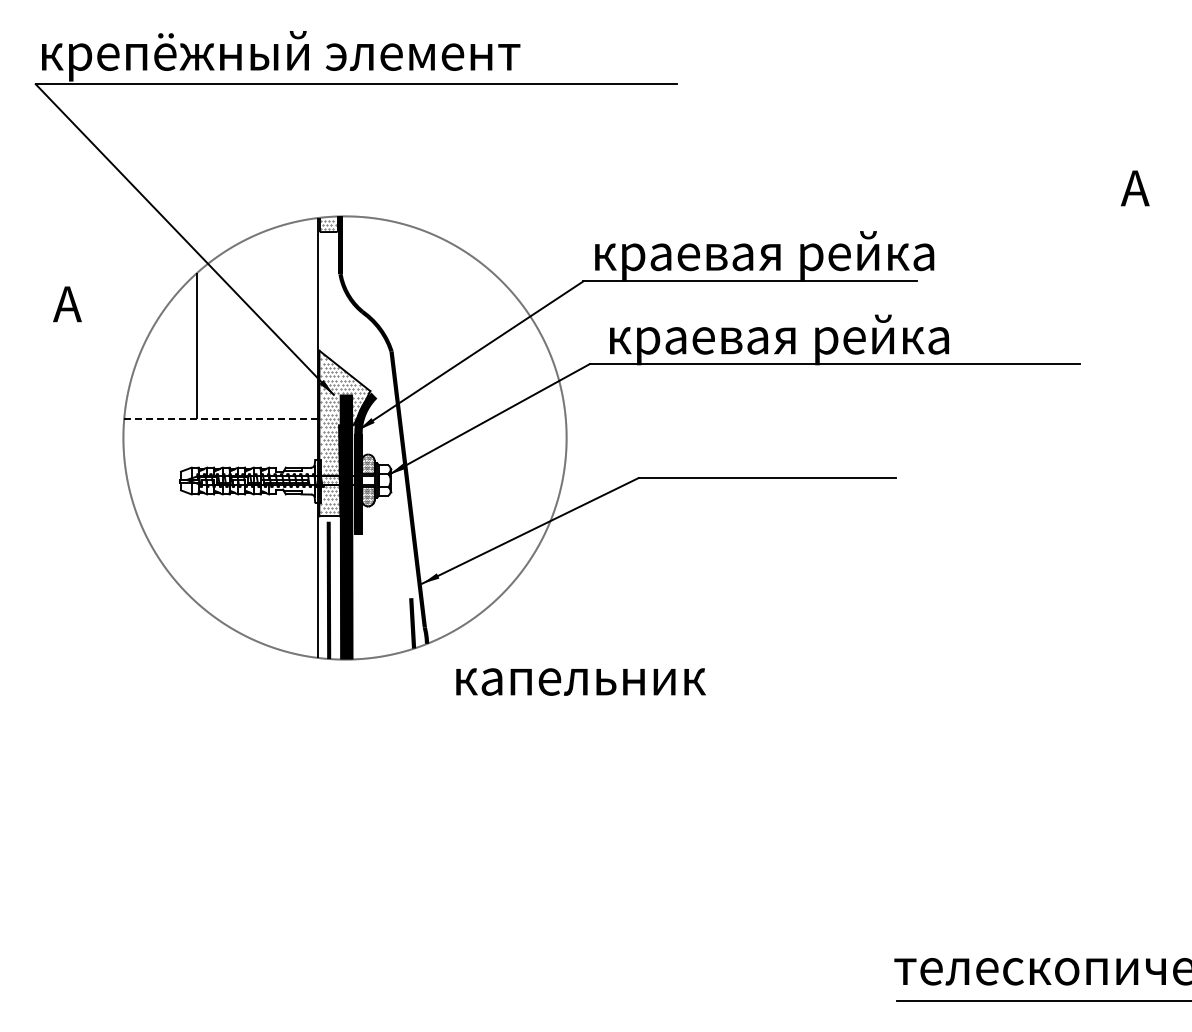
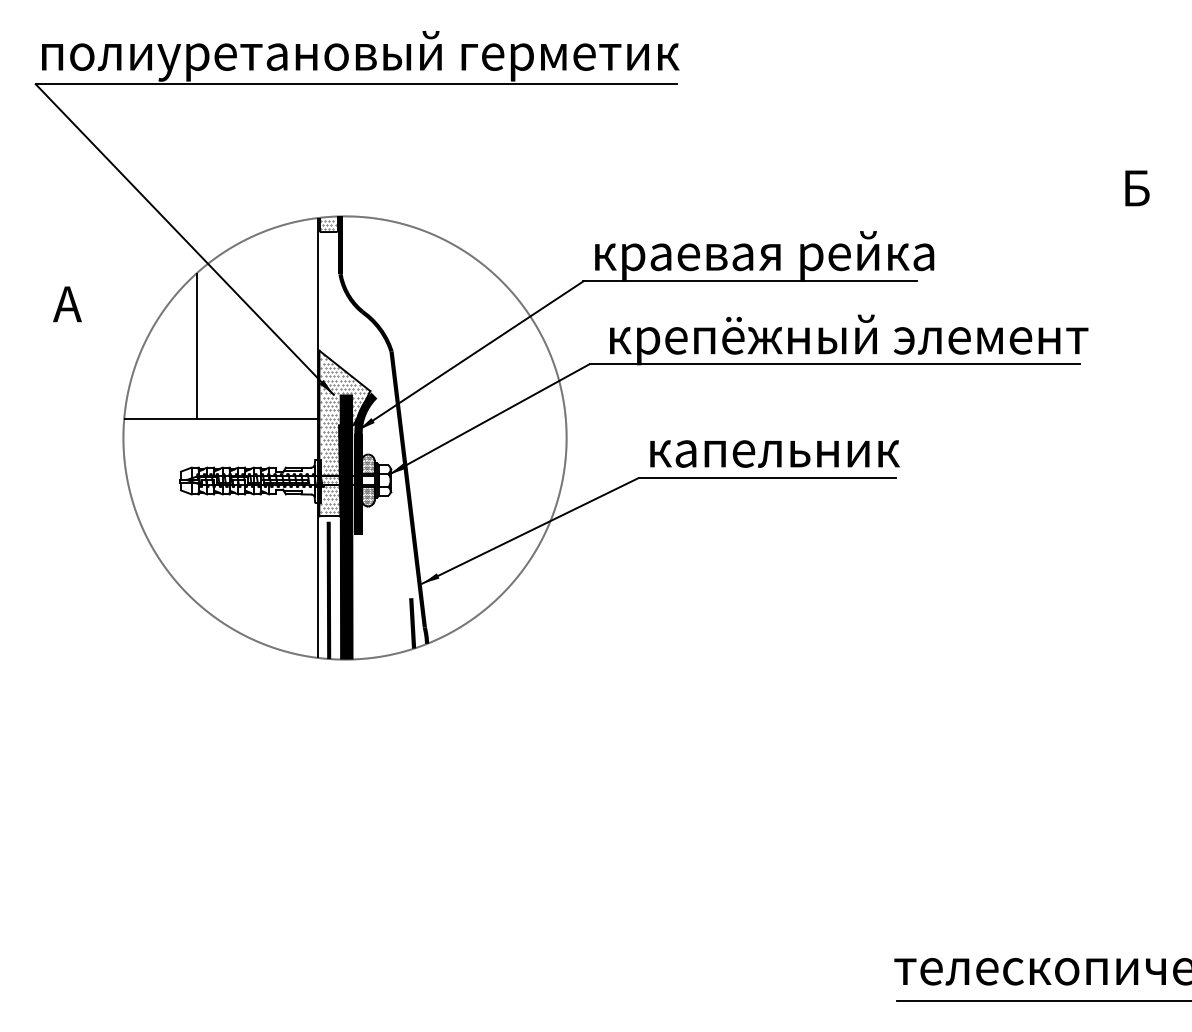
text at (362, 56): крепёжный элемент -> полиуретановый герметик
text at (1135, 188): А -> Б
text at (876, 339): краевая рейка -> крепёжный элемент
line at (221, 419): dashed -> solid
text at (580, 681) position: (580, 681) -> (774, 453)
